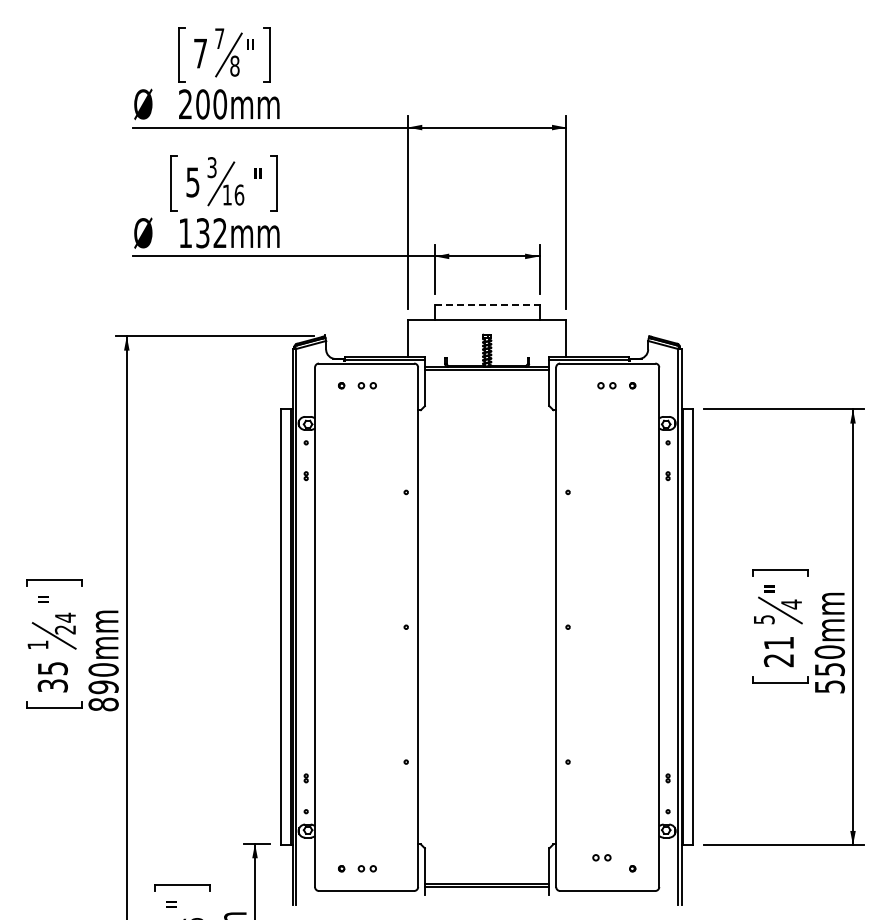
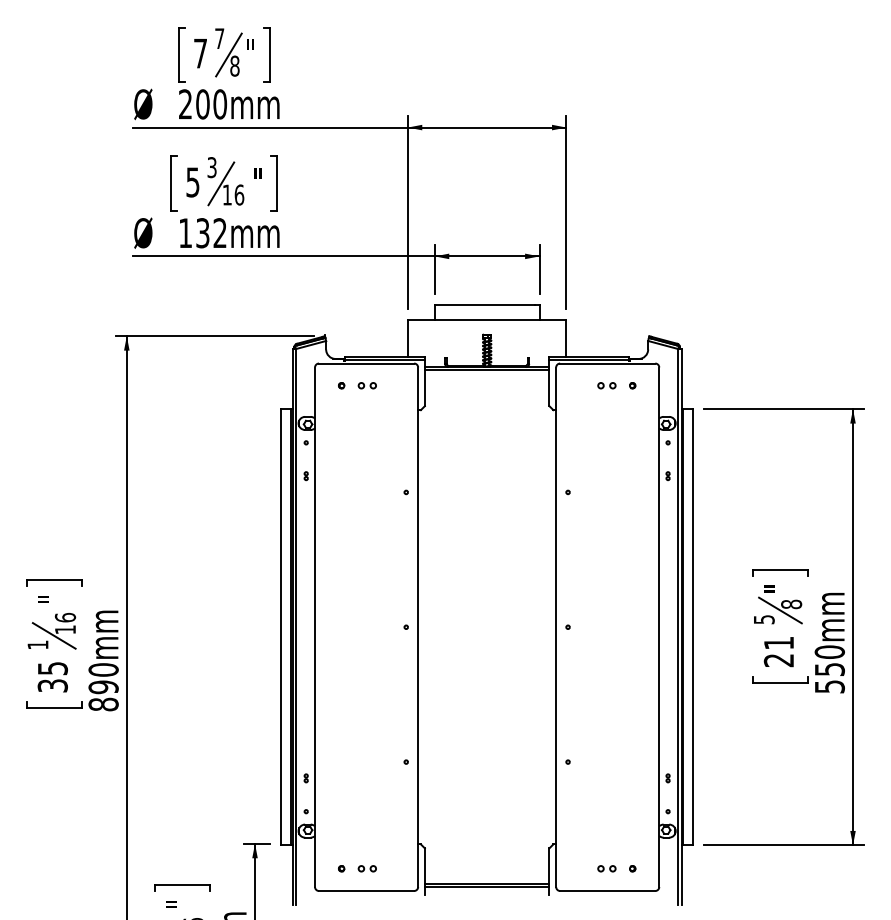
line at (485, 305): dashed -> solid
text at (791, 604): 4 -> 8
text at (65, 623): 24 -> 16
part at (601, 857) position: (601, 857) -> (606, 868)
